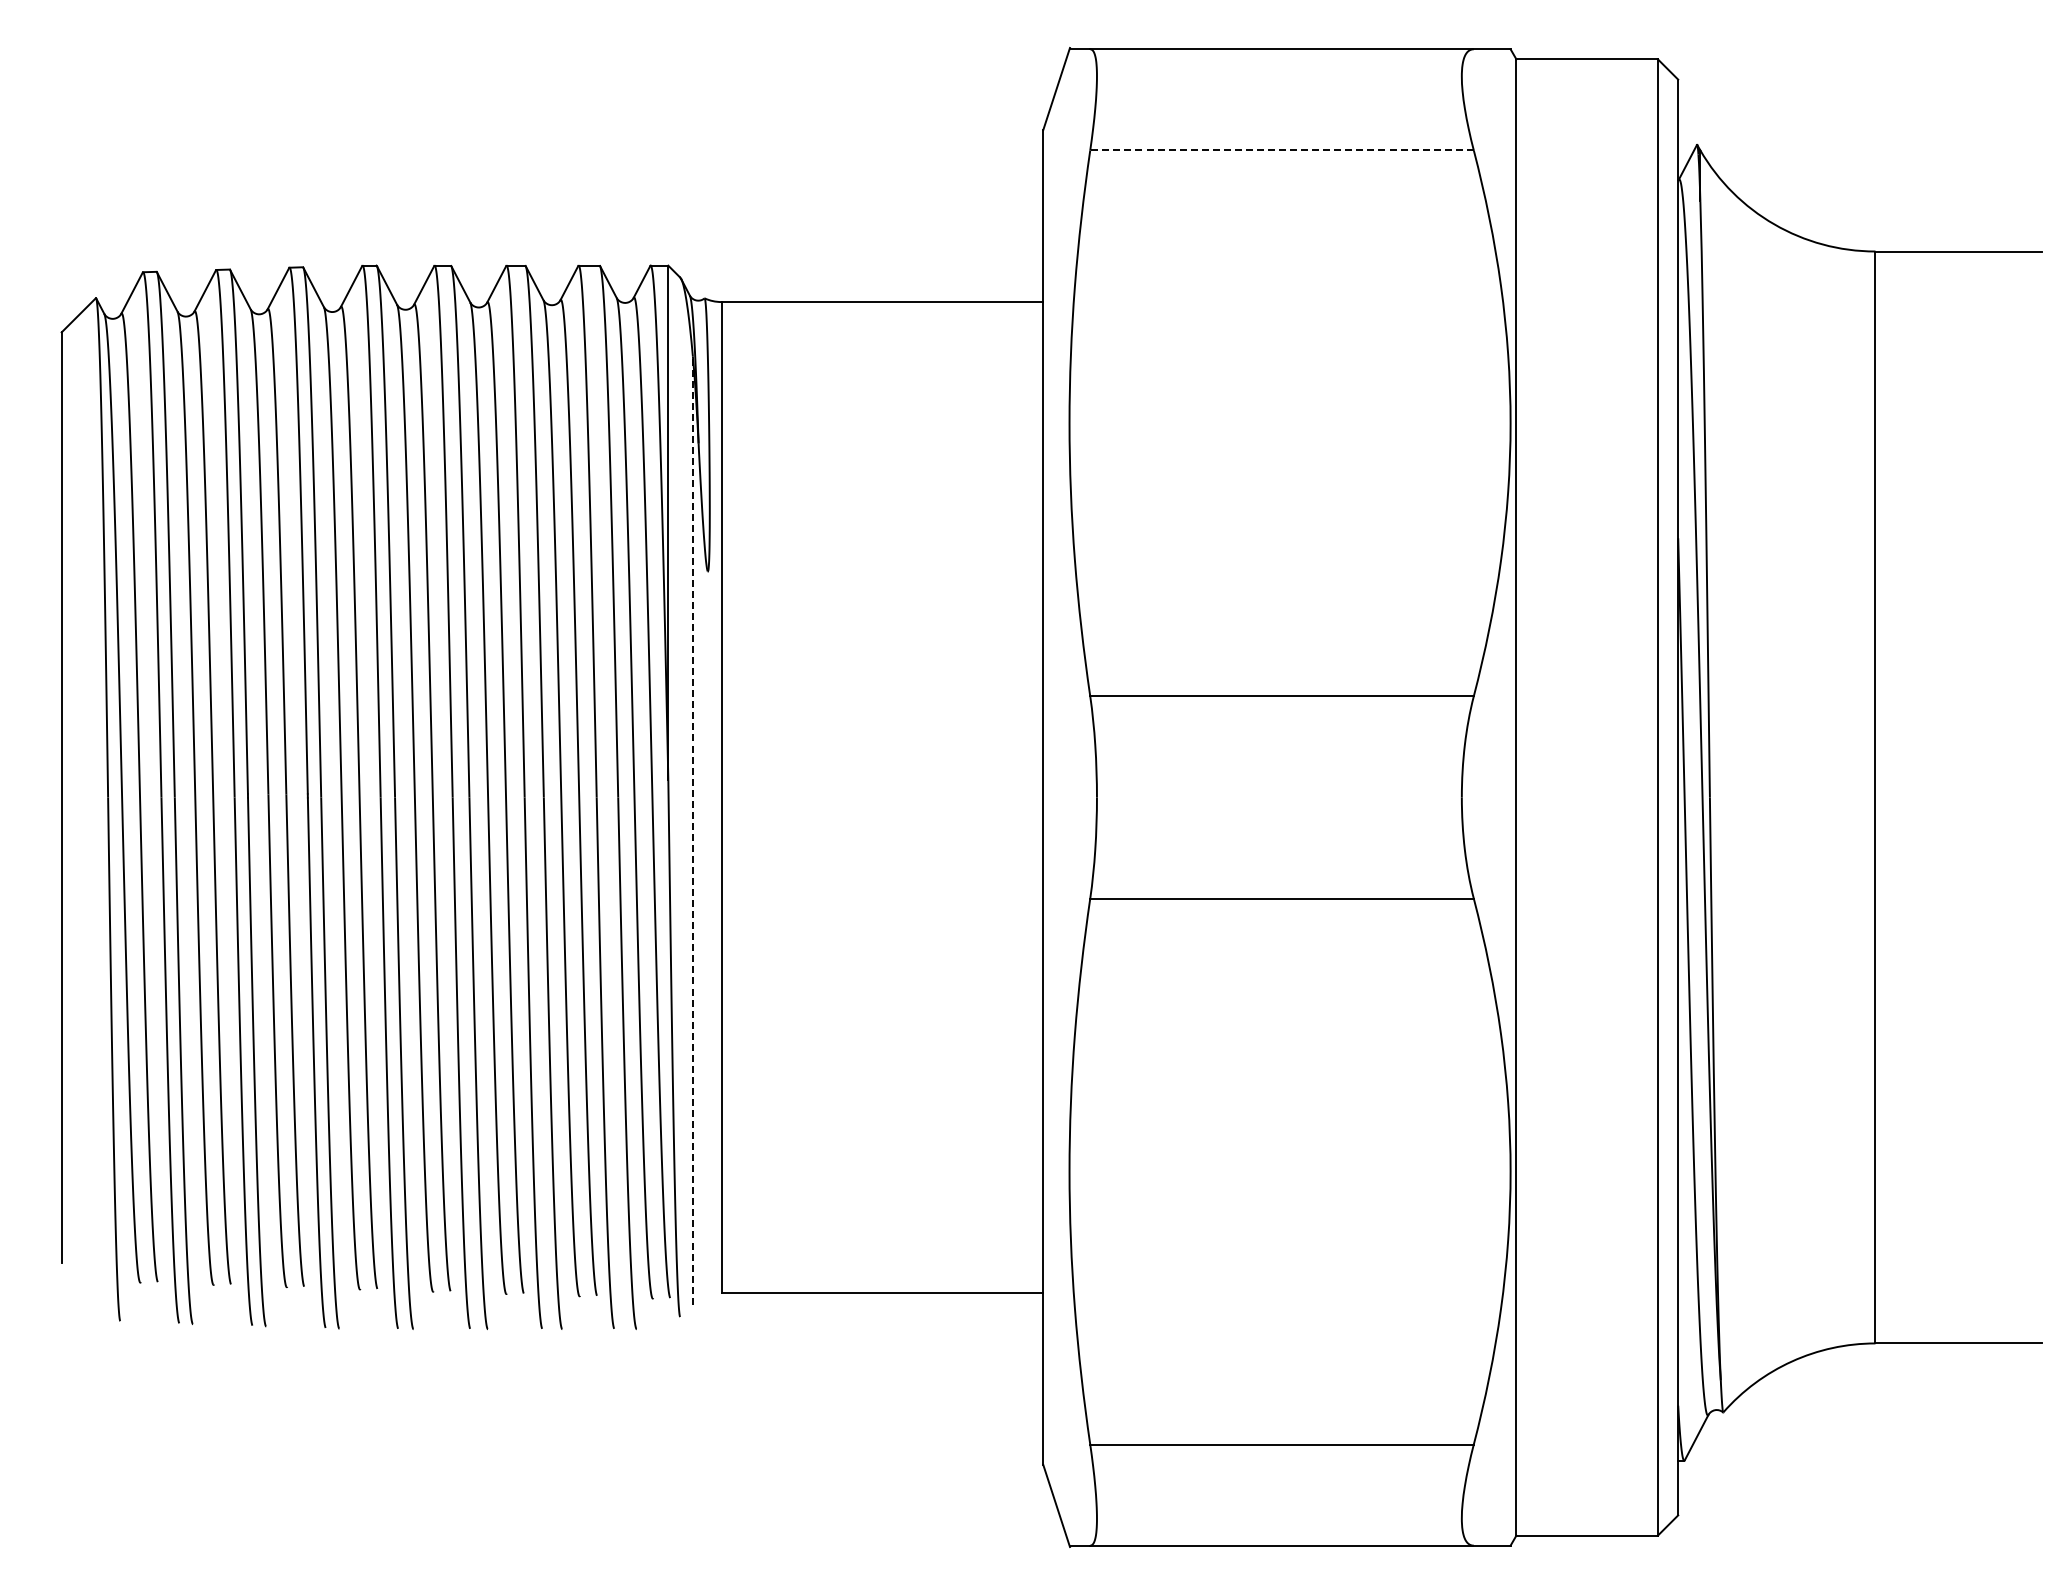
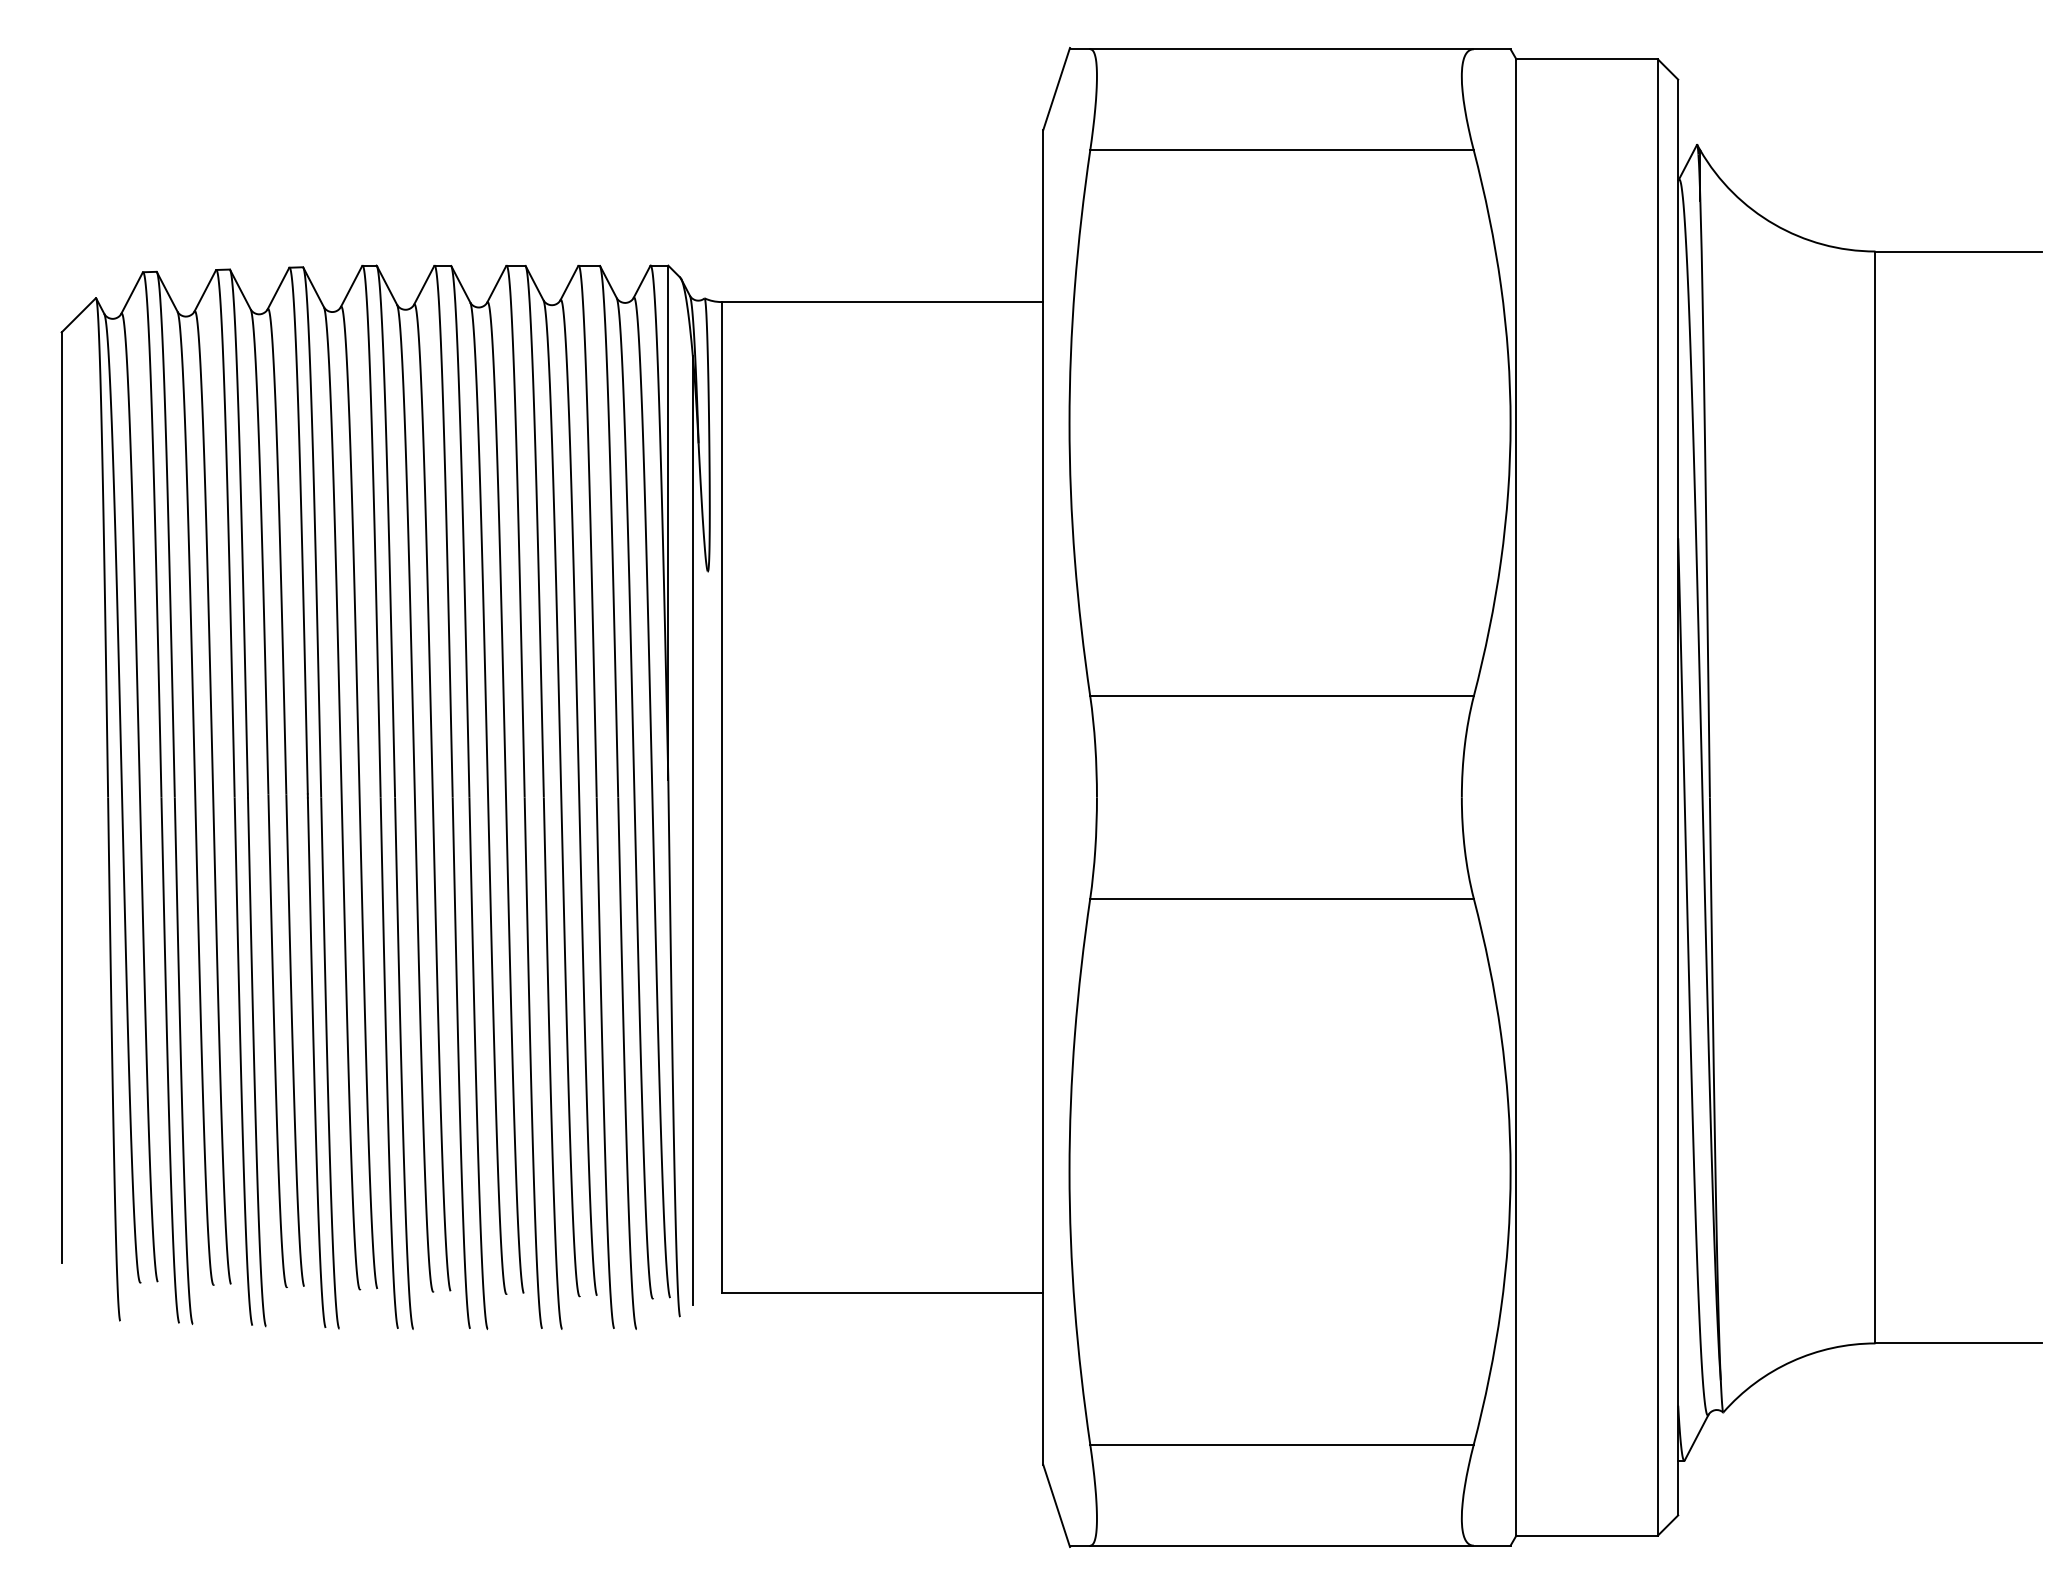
line at (1282, 150): dashed -> solid
line at (692, 830): dashed -> solid
